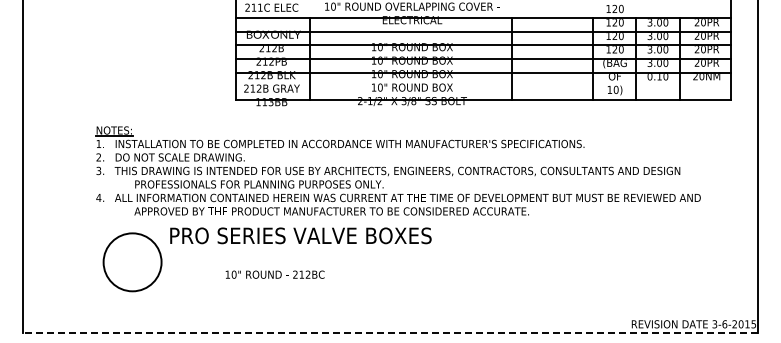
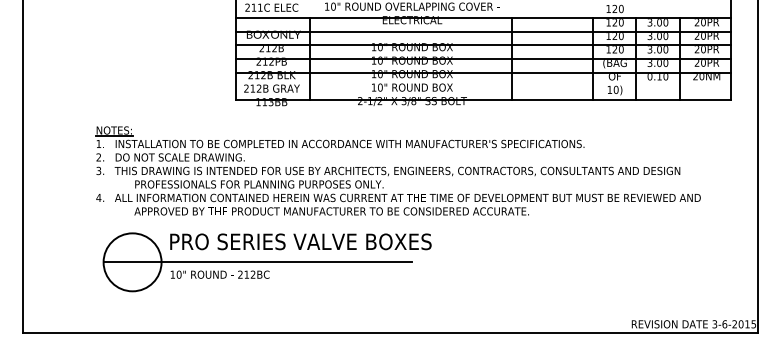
text at (300, 235) position: (300, 235) -> (300, 241)
line at (257, 262): none -> present
text at (274, 274) position: (274, 274) -> (219, 274)
line at (390, 332): dashed -> solid
